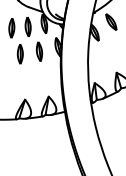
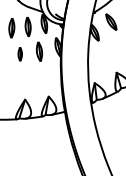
part at (19, 54) size: 8x21 px -> 6x15 px
